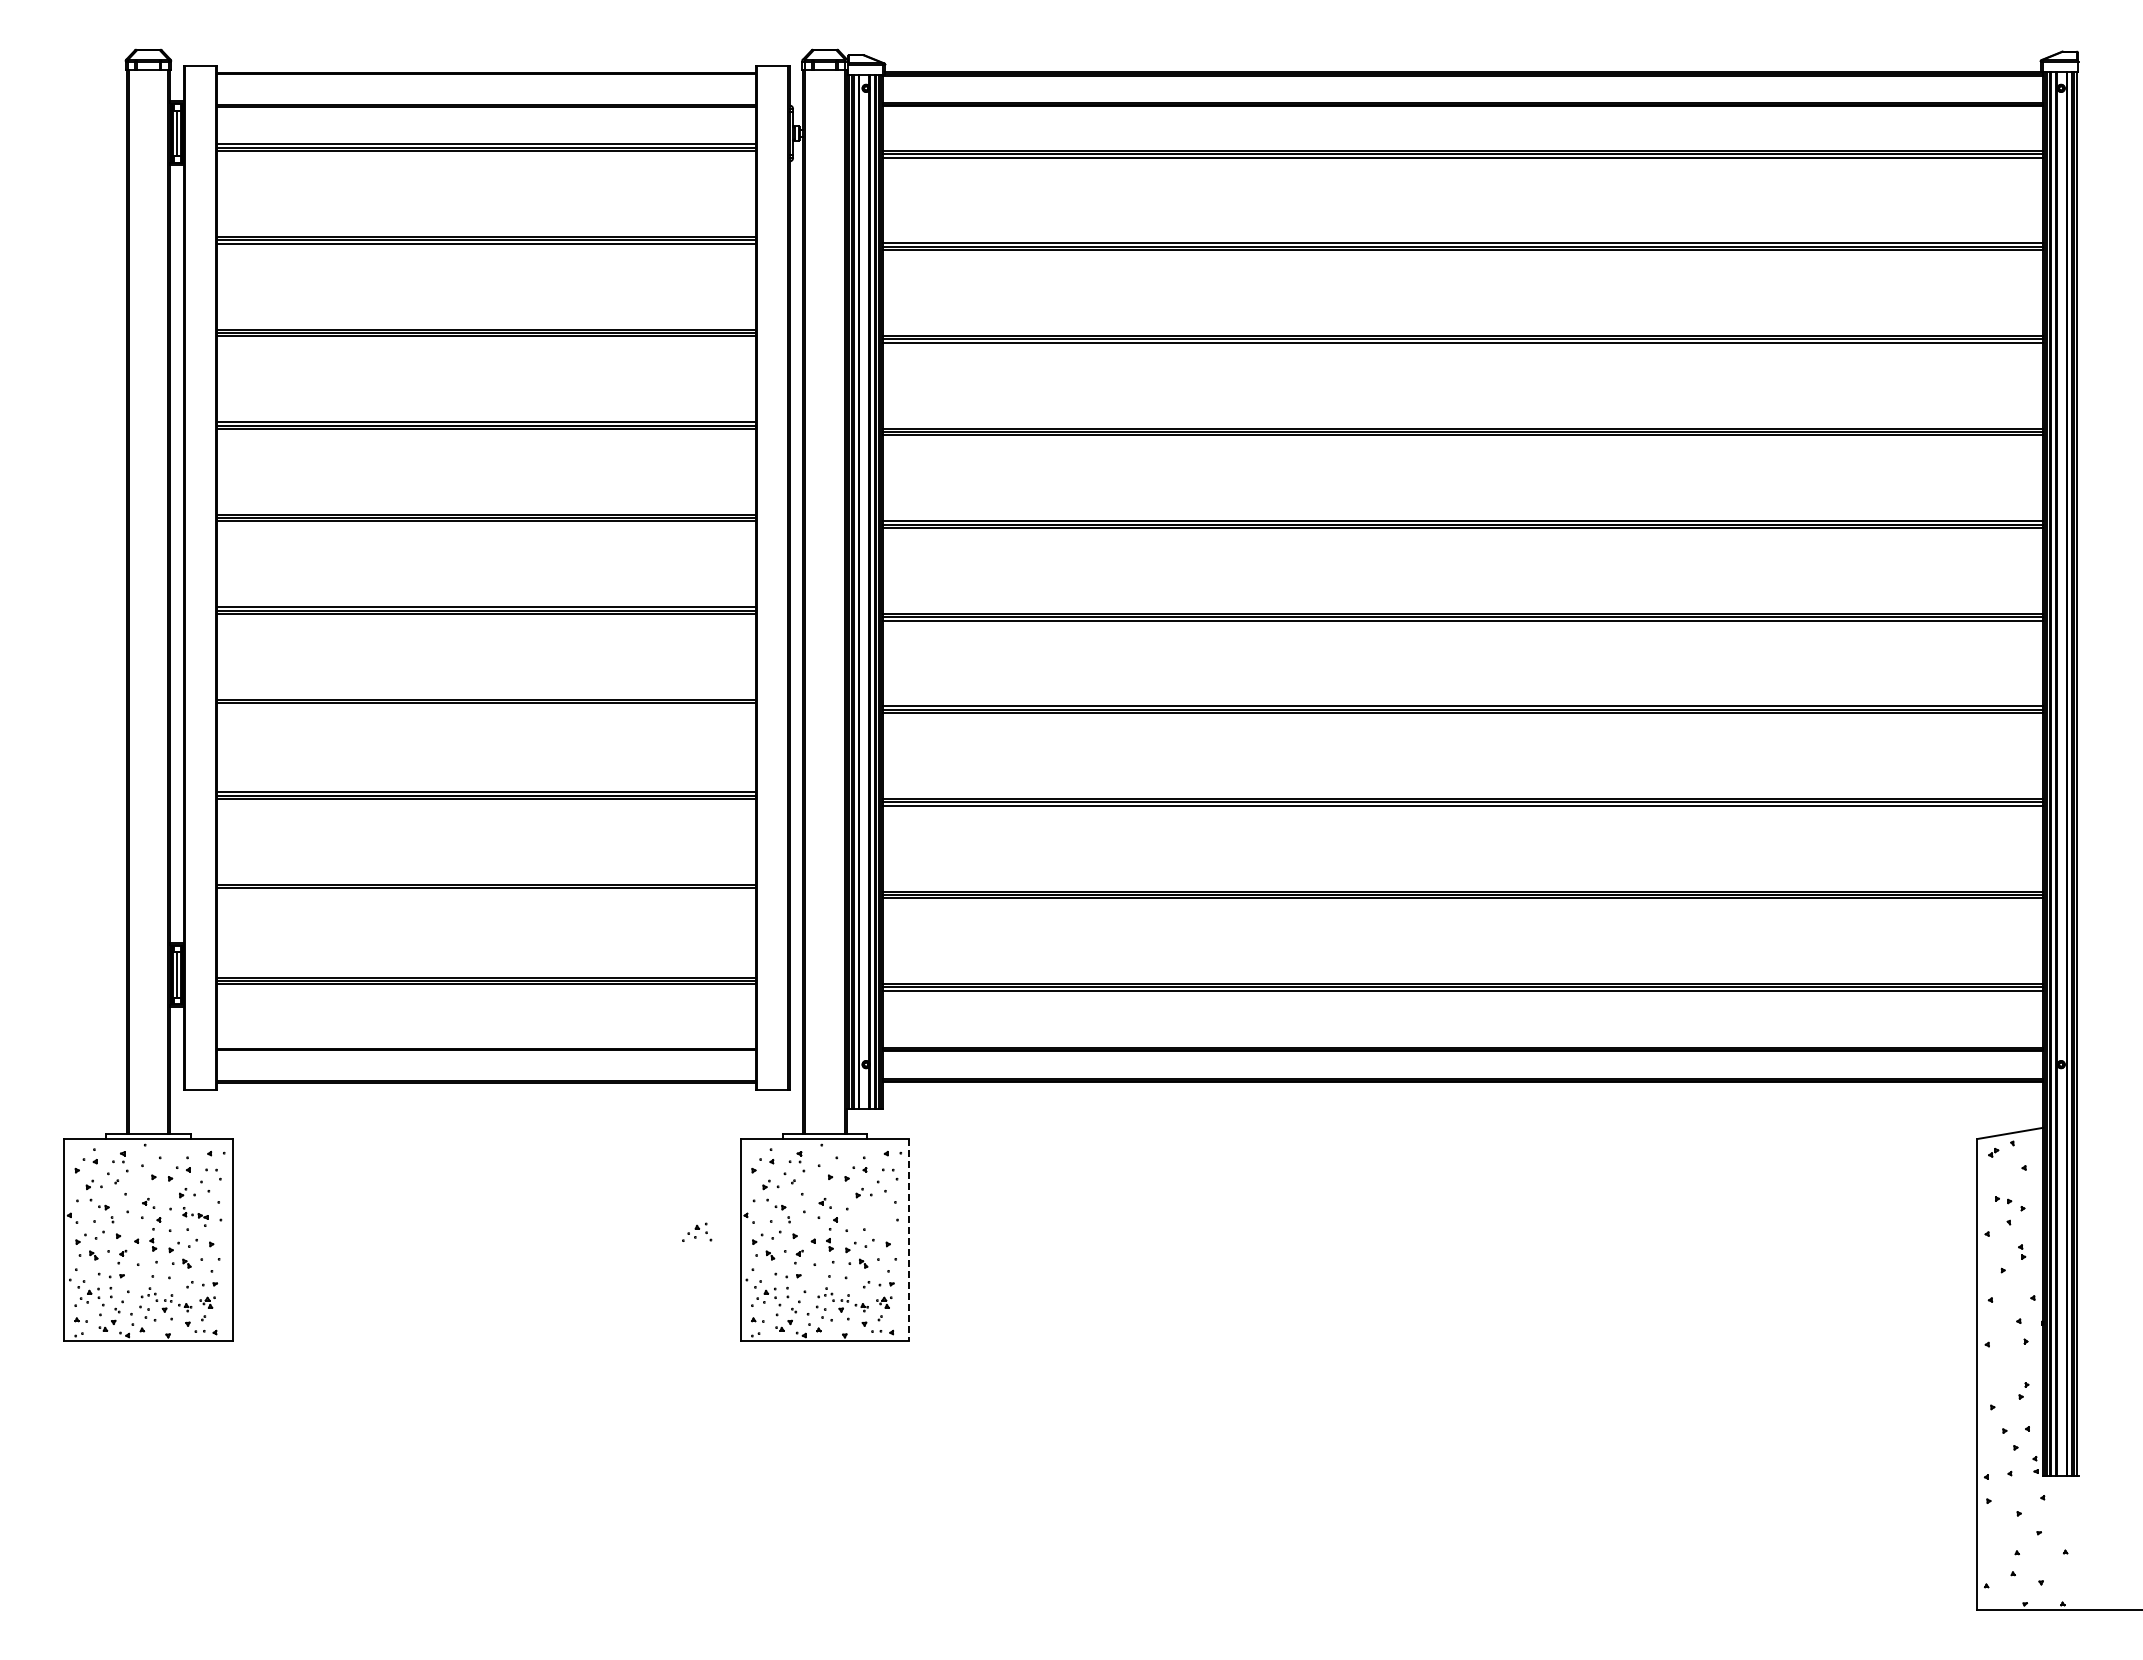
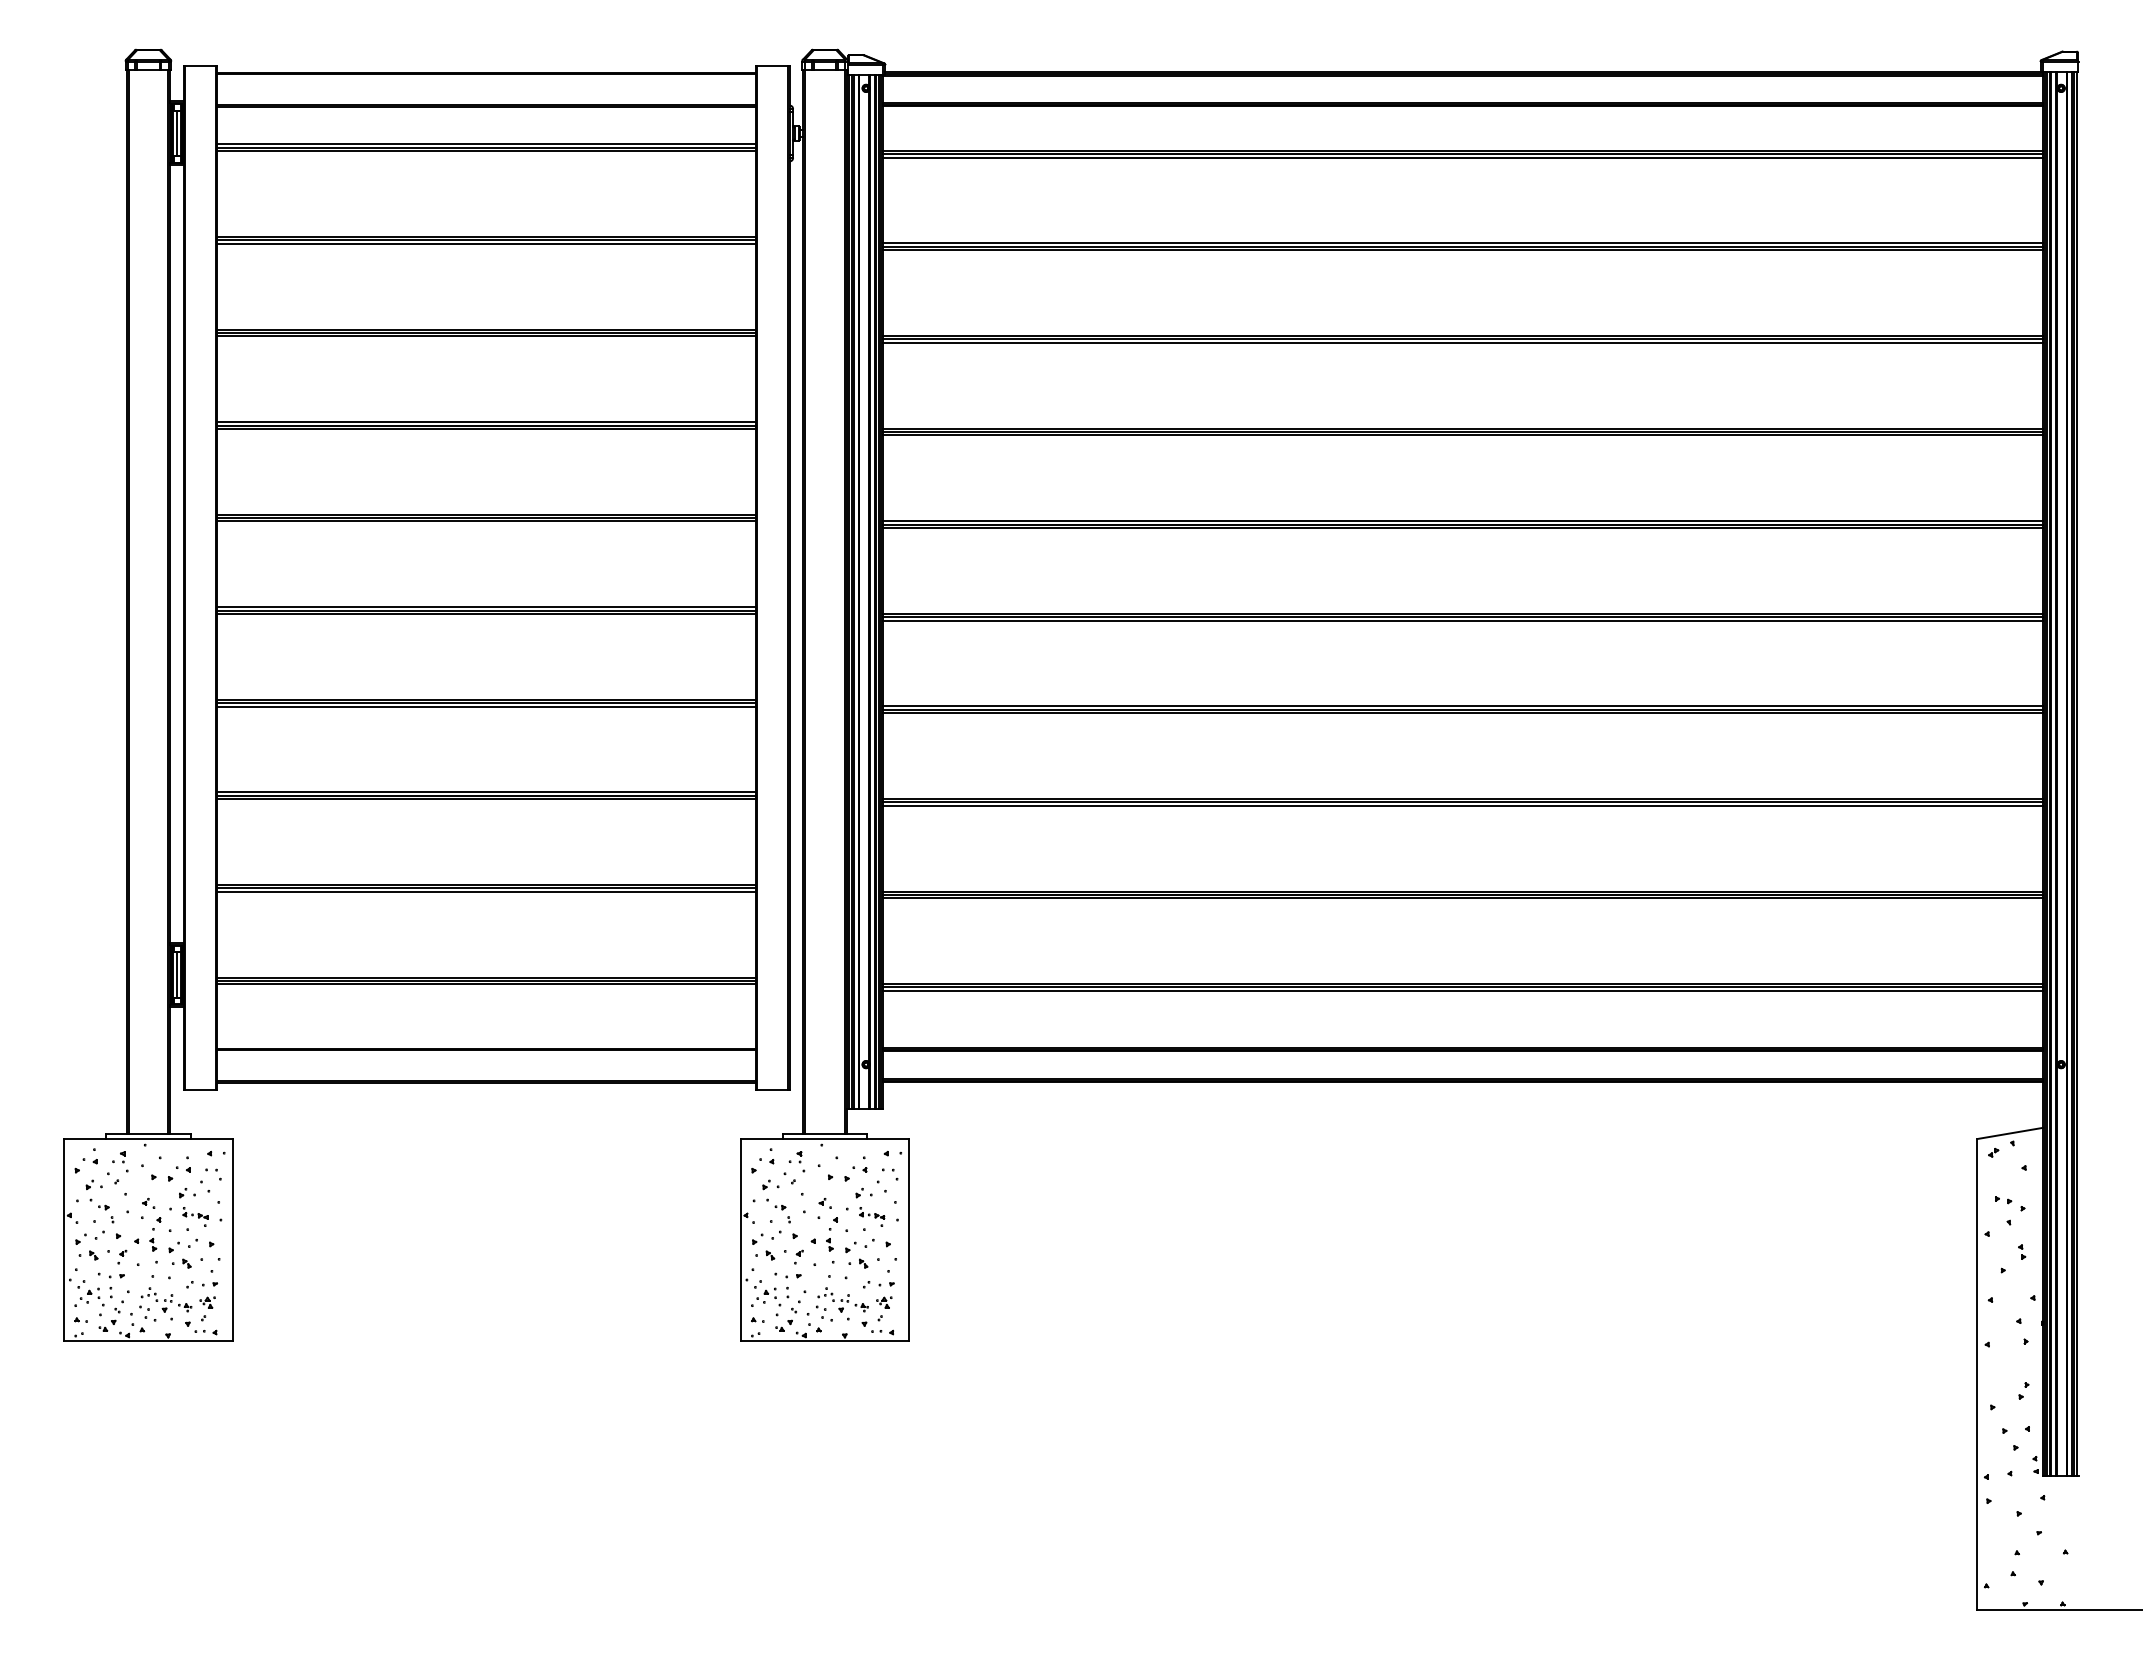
line at (486, 706): none -> present
line at (486, 891): none -> present
part at (872, 1216): none -> present
part at (697, 1231): present -> none
line at (909, 1240): dashed -> solid
